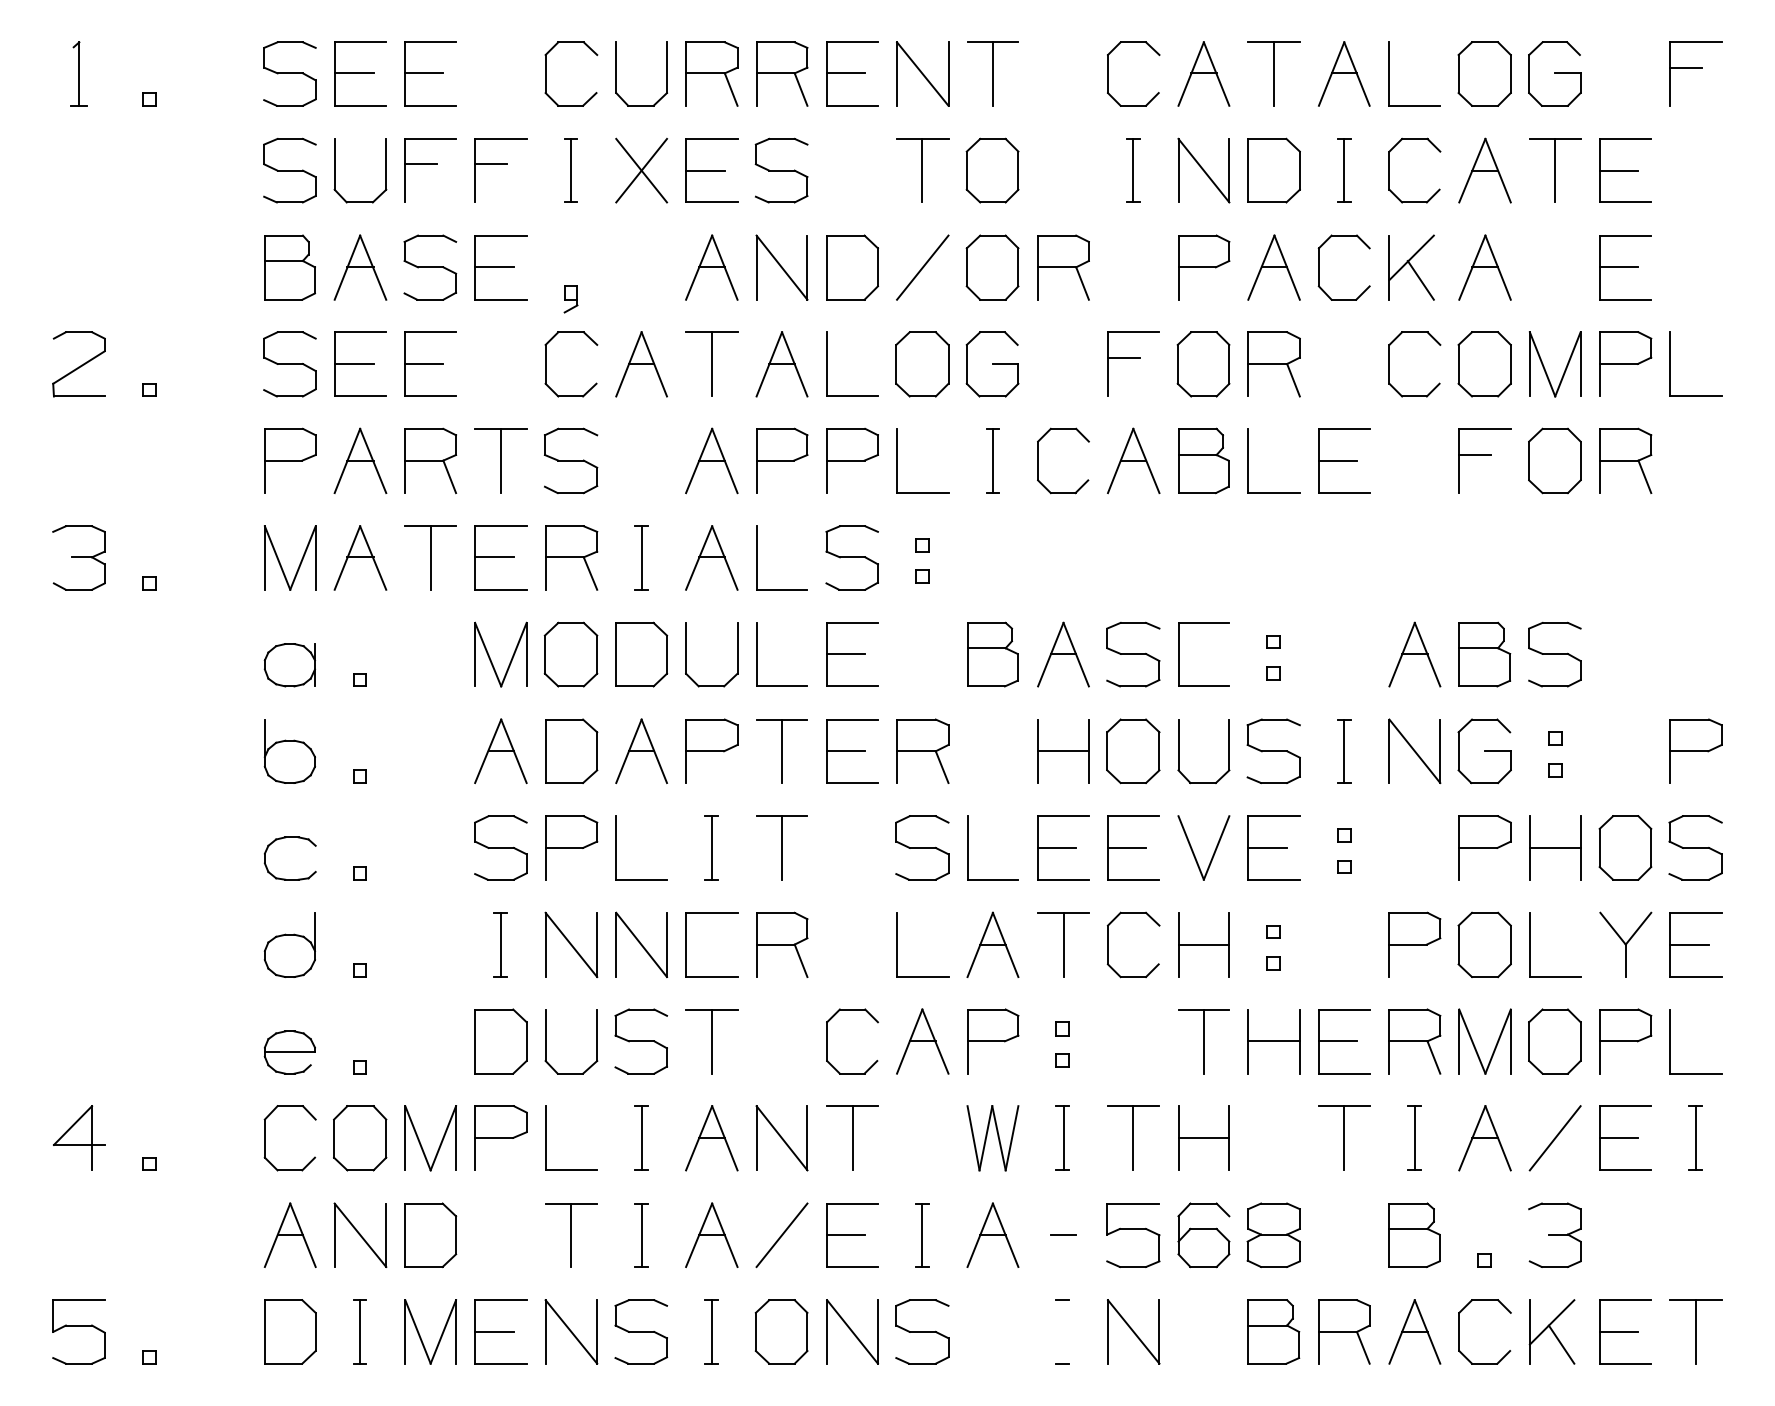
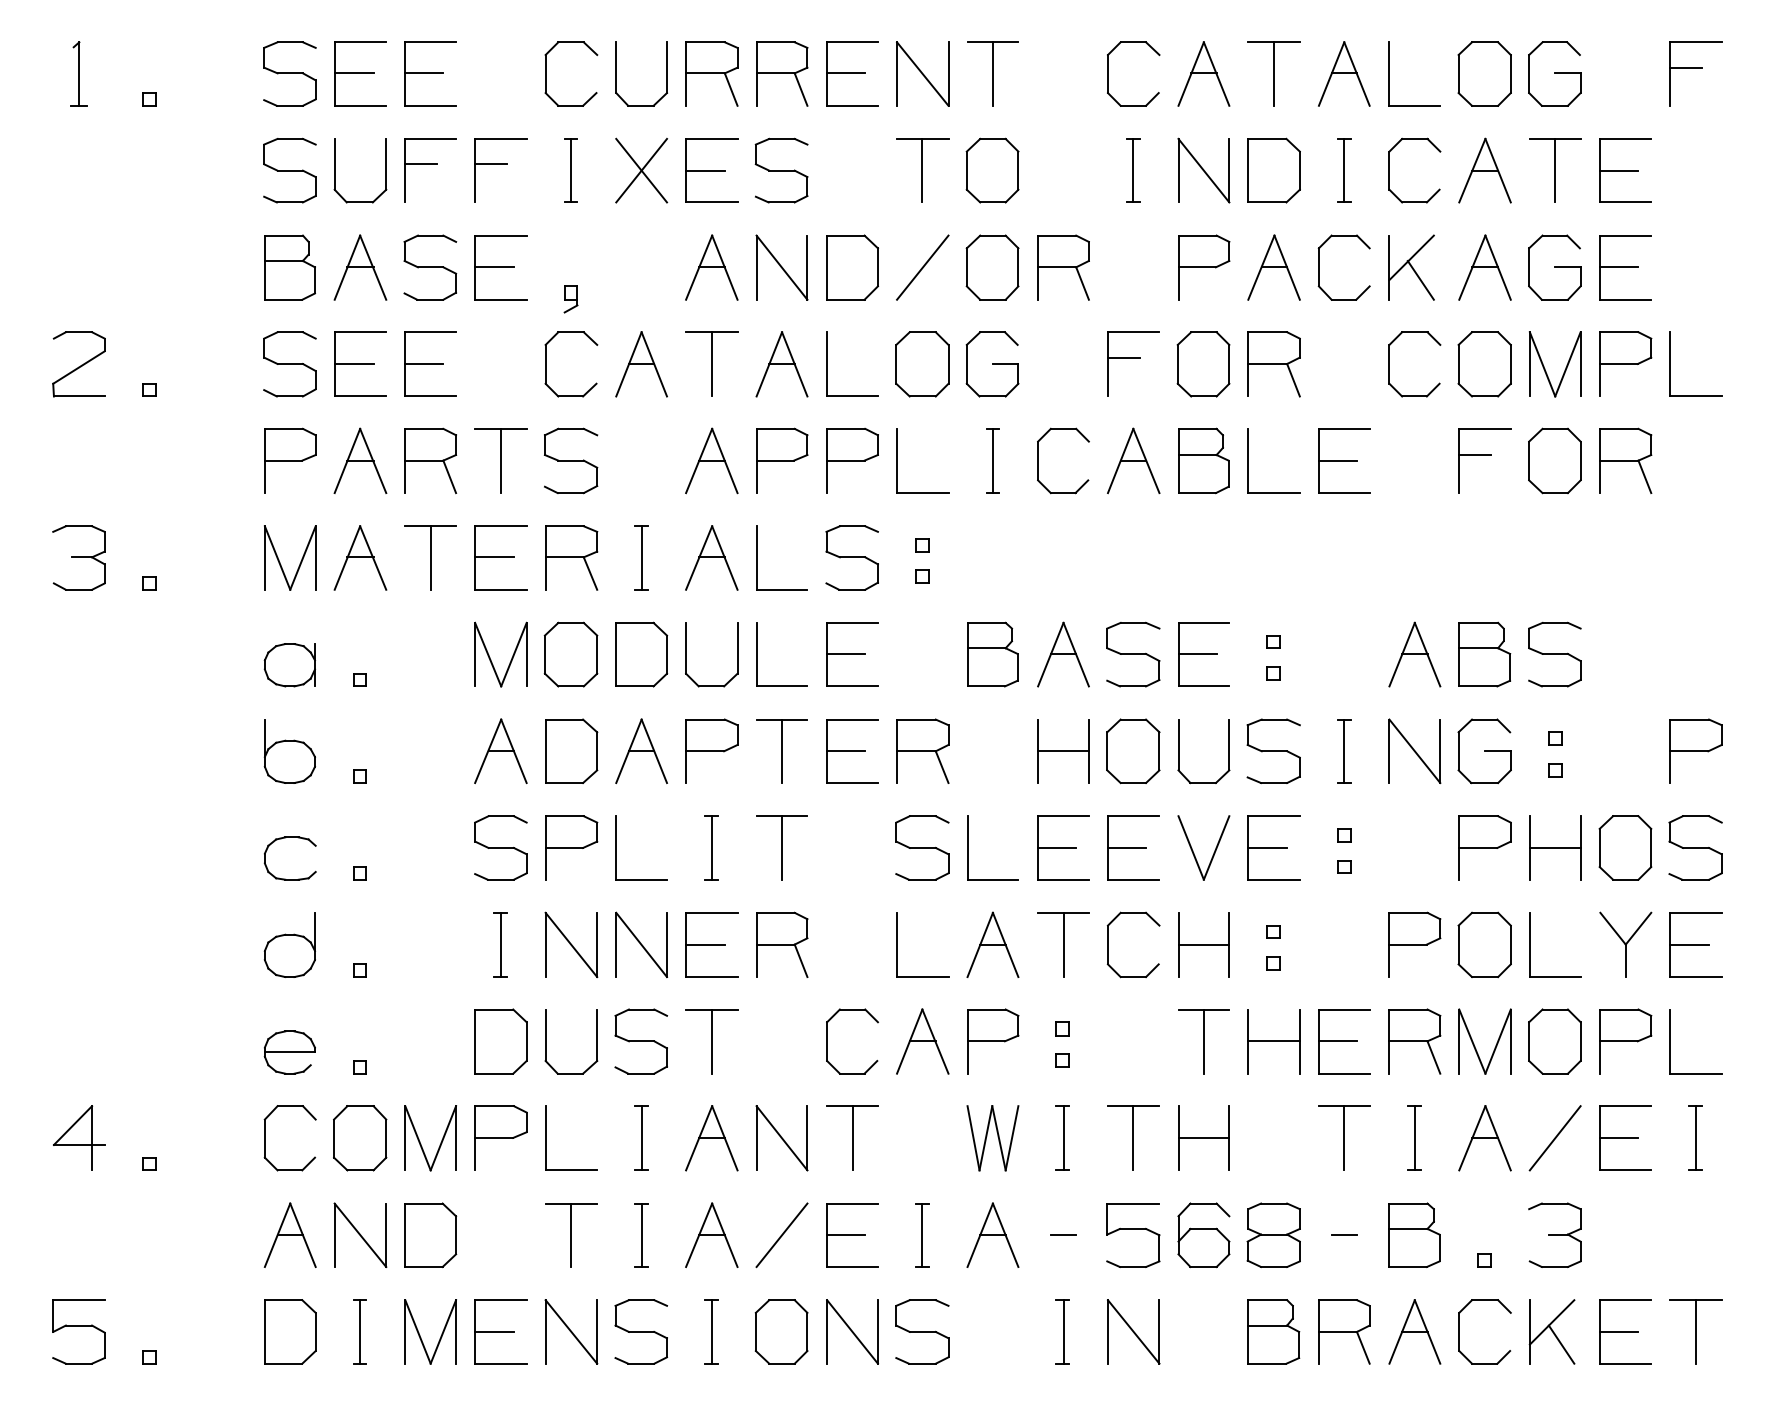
part at (1554, 267): none -> present
line at (1197, 653): none -> present
line at (705, 944): none -> present
line at (1343, 1234): none -> present
line at (1063, 1331): none -> present
